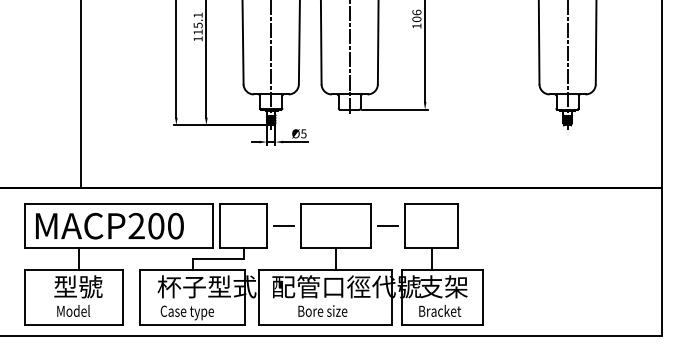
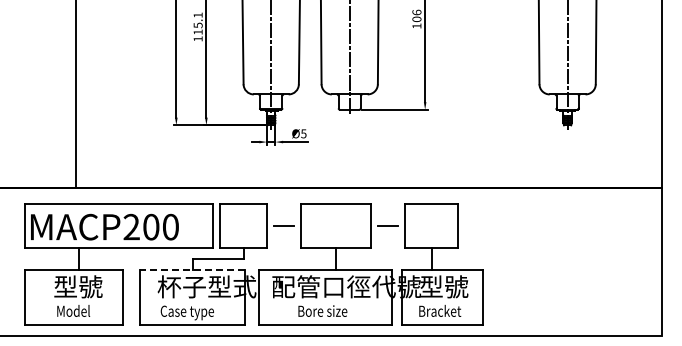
line at (81, 95) position: (81, 95) -> (76, 95)
text at (109, 225) position: (109, 225) -> (104, 226)
line at (192, 270): solid -> dashed
text at (444, 286): 支架 -> 型號
